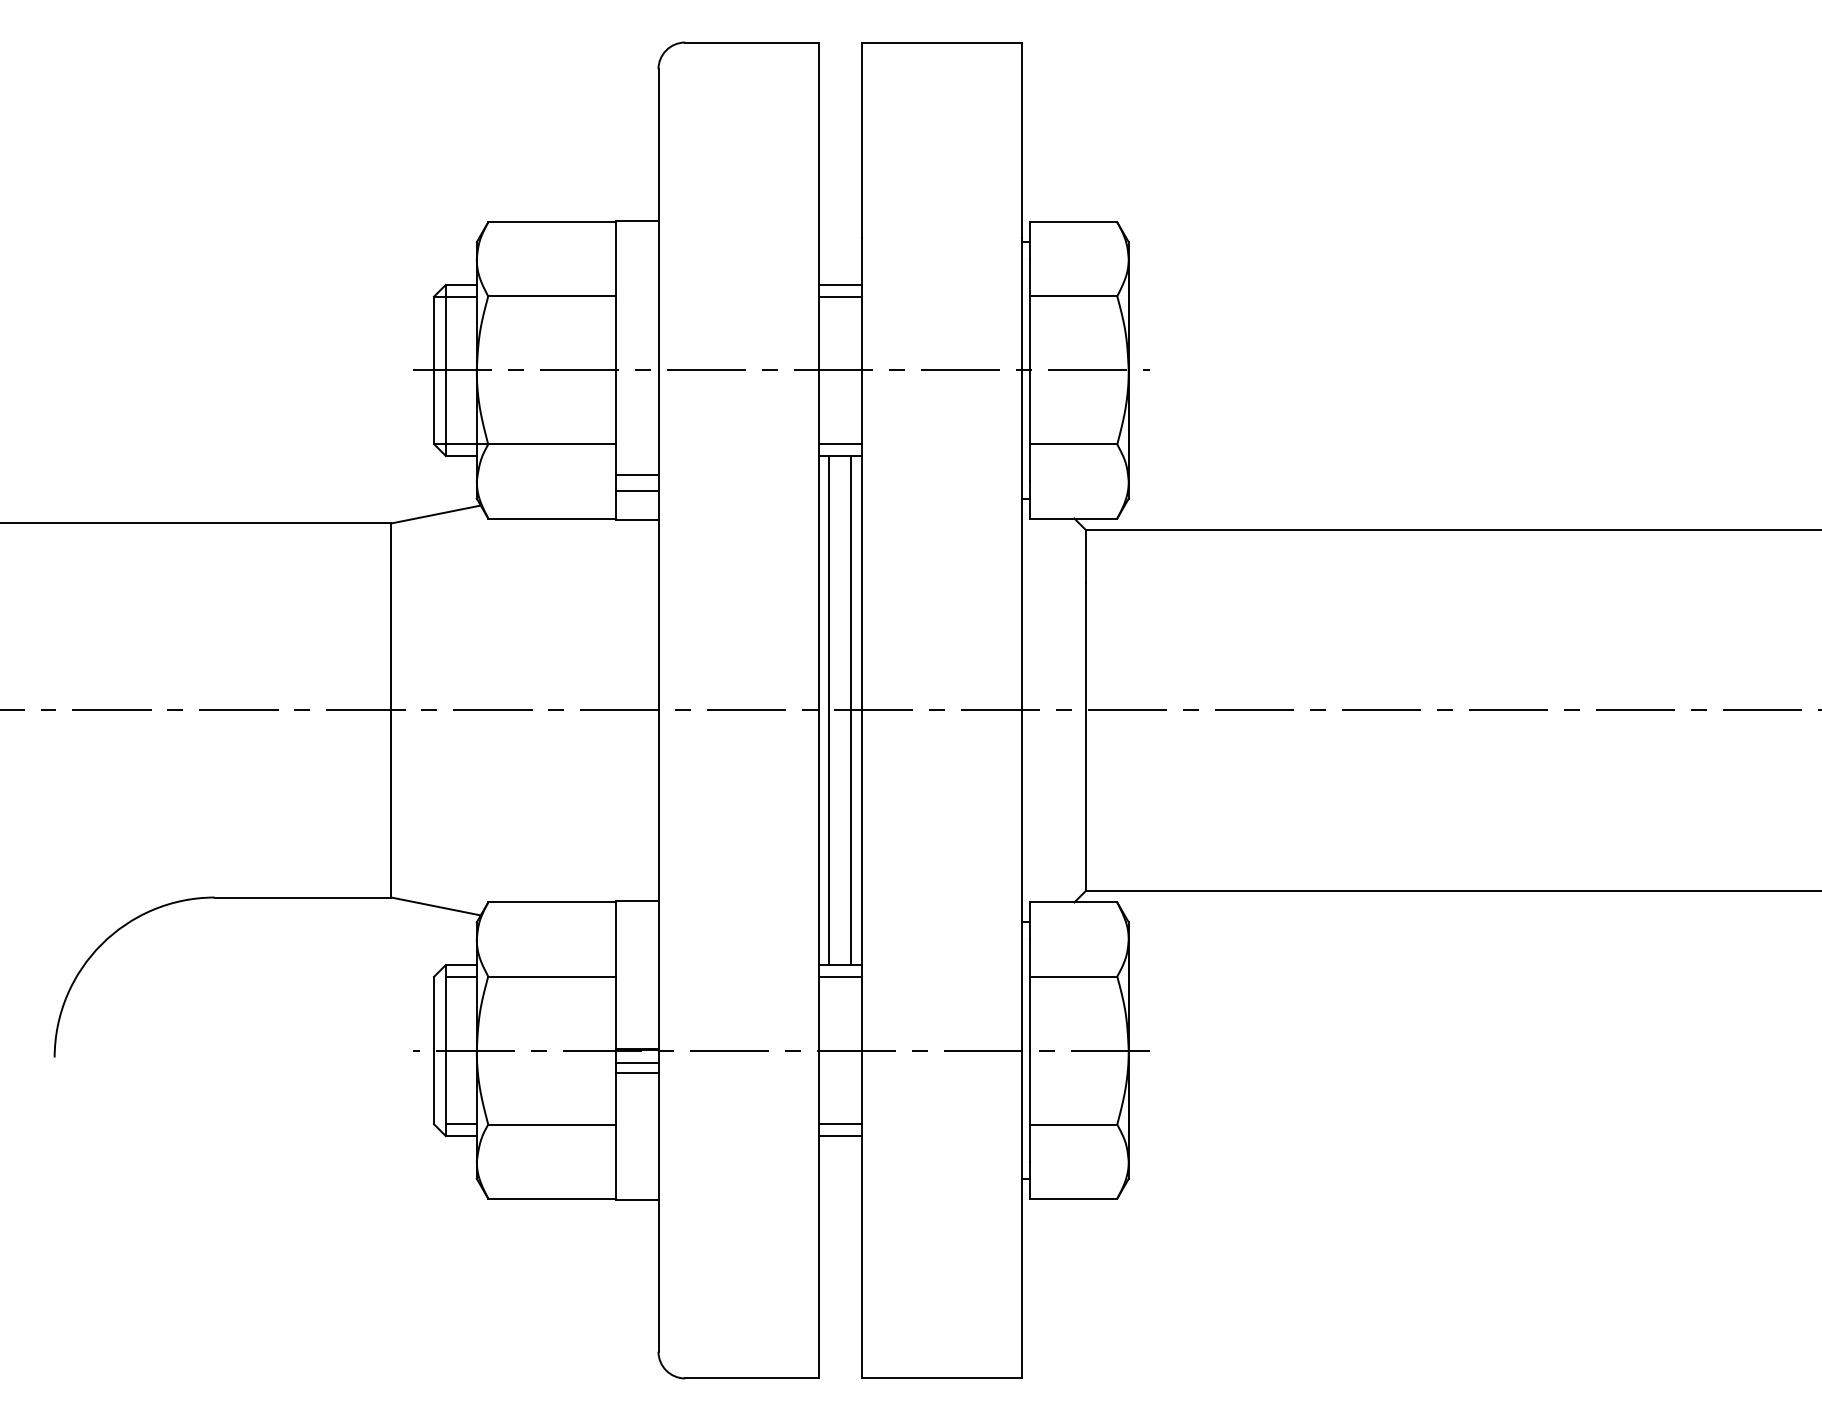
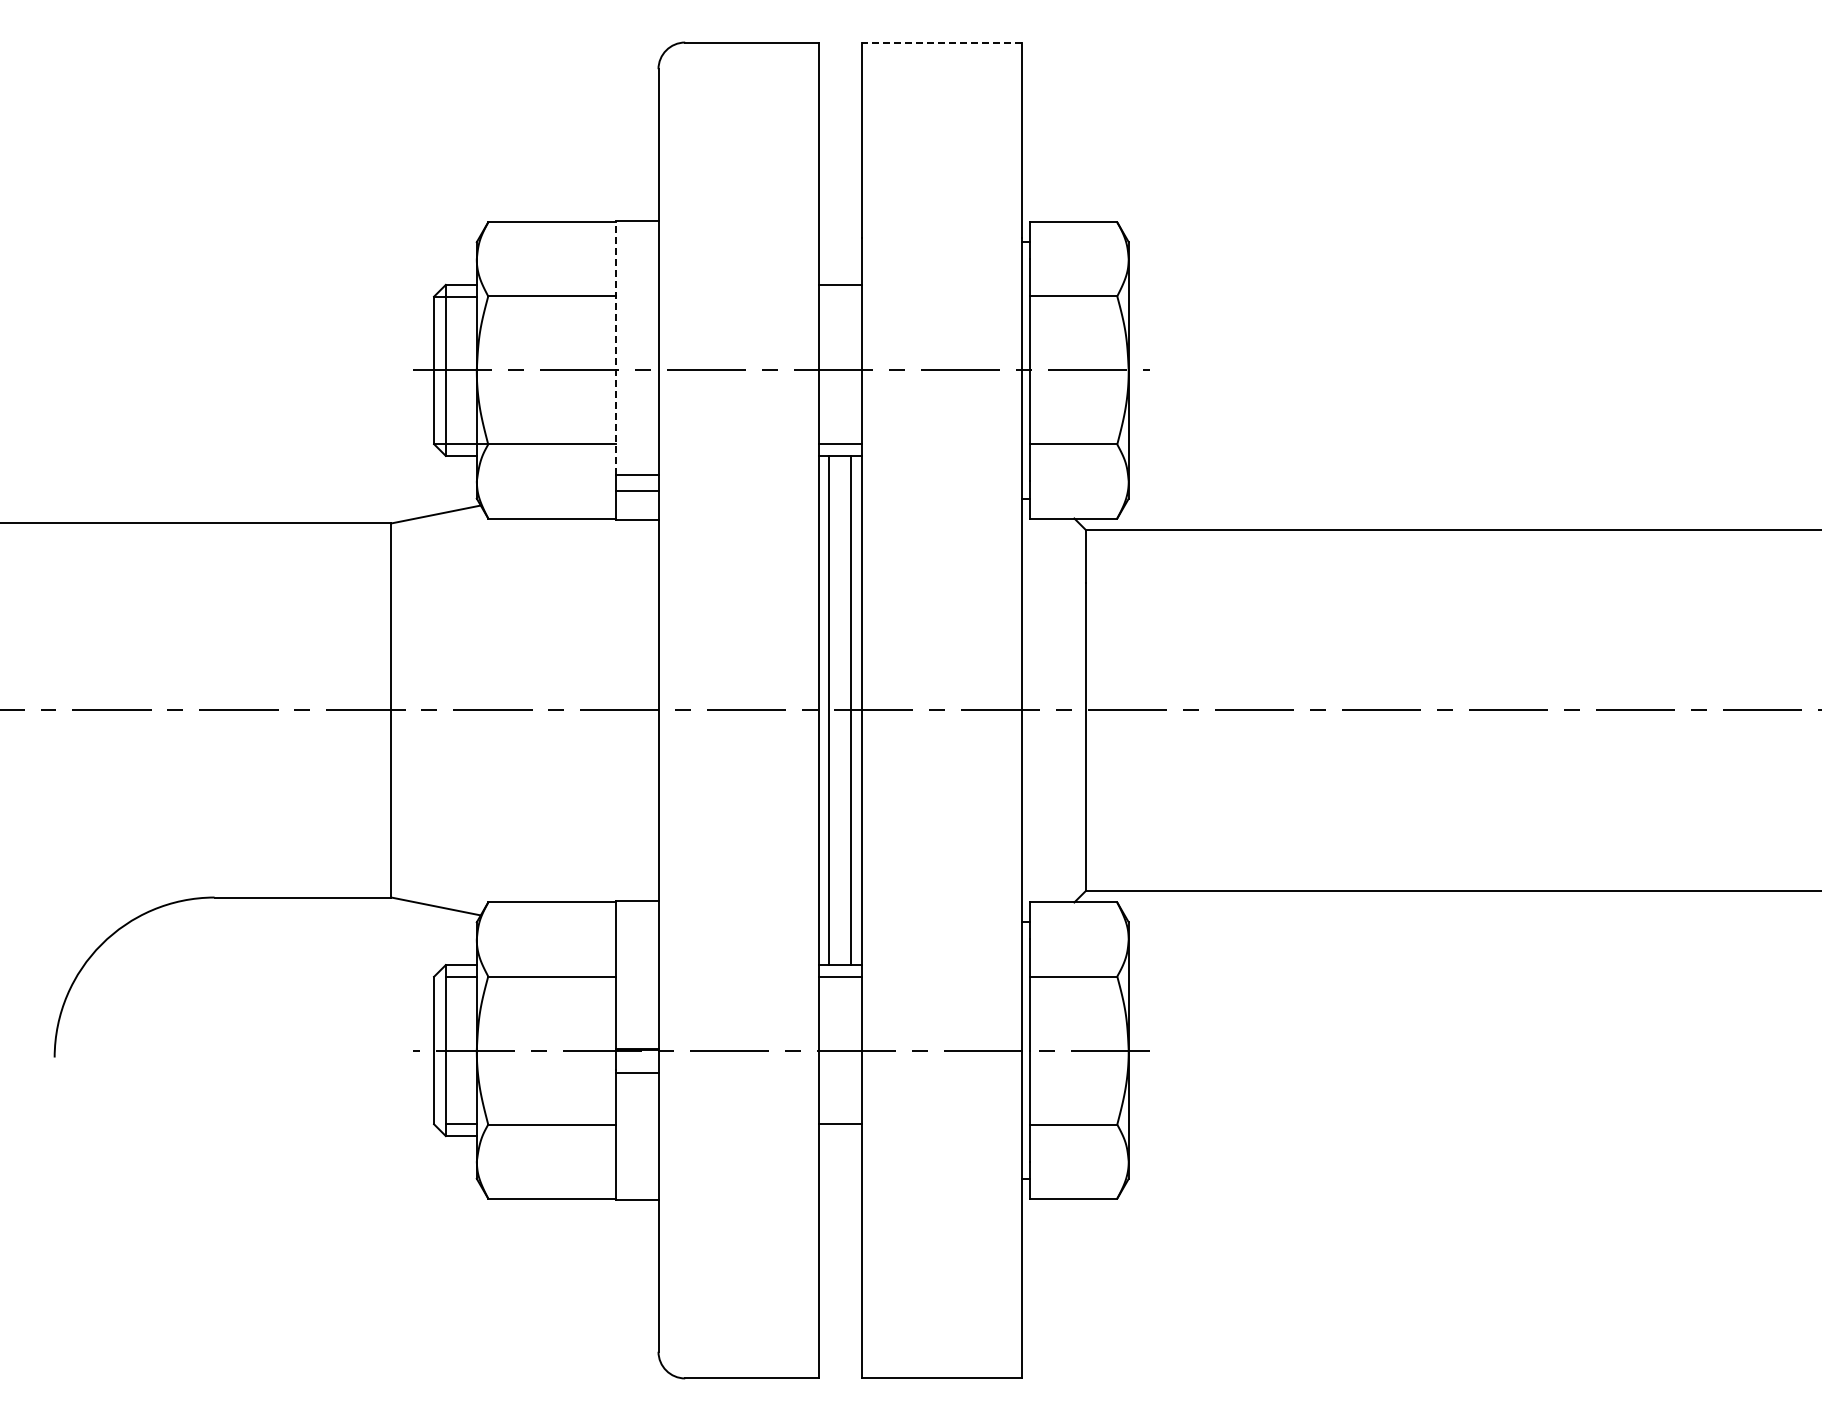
line at (941, 42): solid -> dashed
line at (839, 296): present -> none
line at (615, 347): solid -> dashed
line at (636, 1063): present -> none
line at (839, 1136): present -> none
